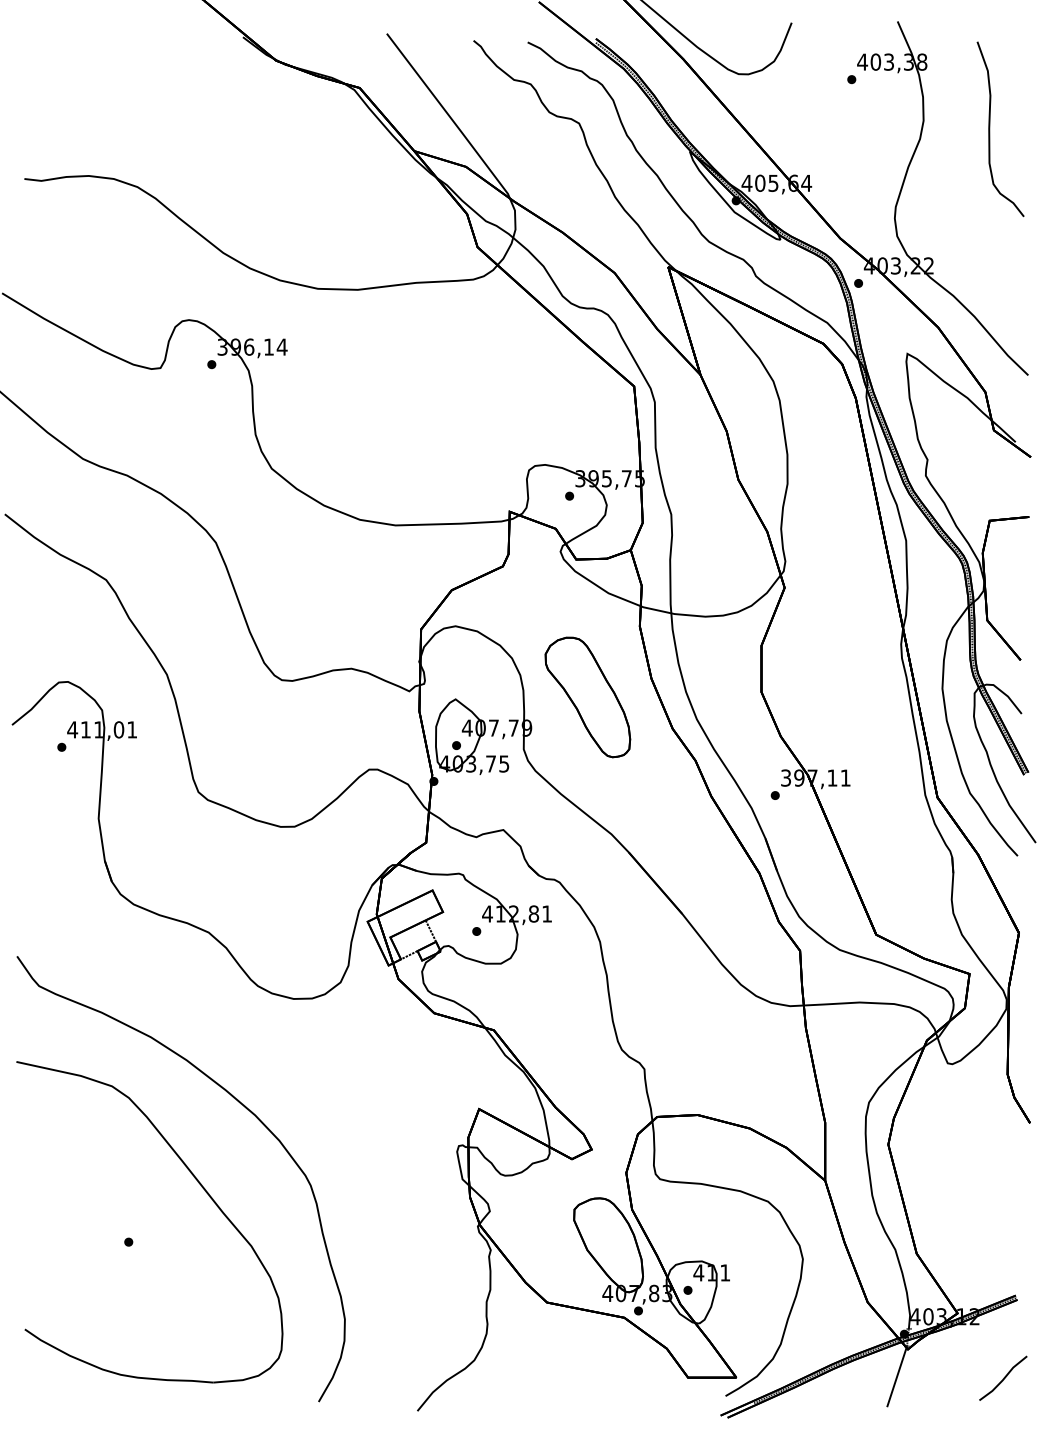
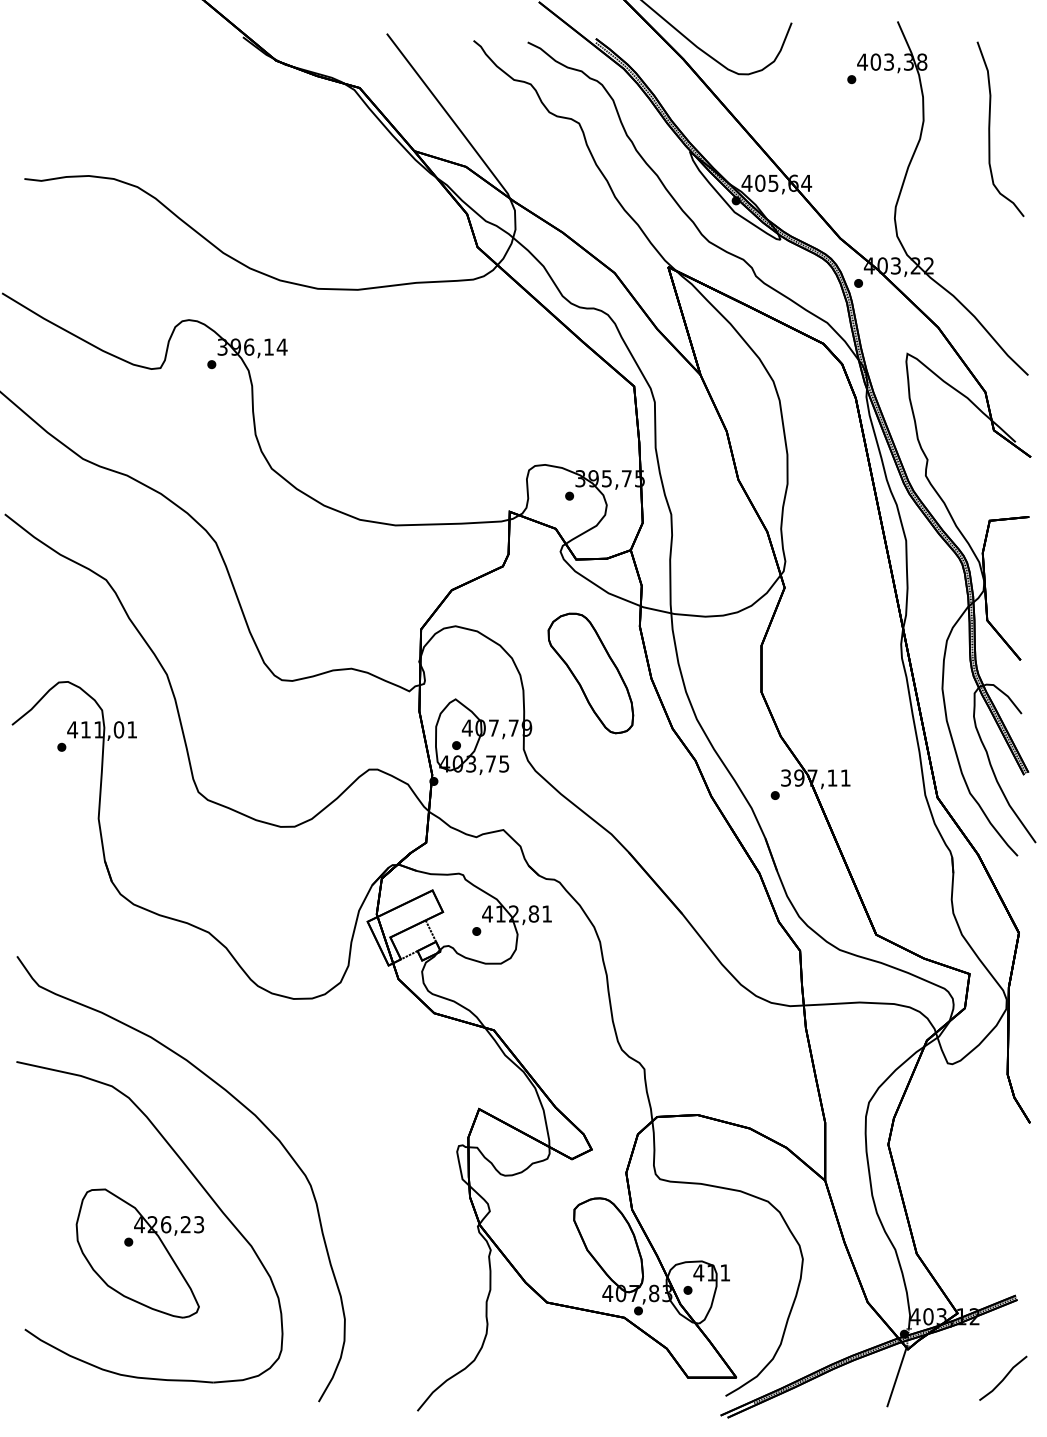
part at (587, 697) position: (587, 697) -> (590, 673)
part at (139, 1253): none -> present
